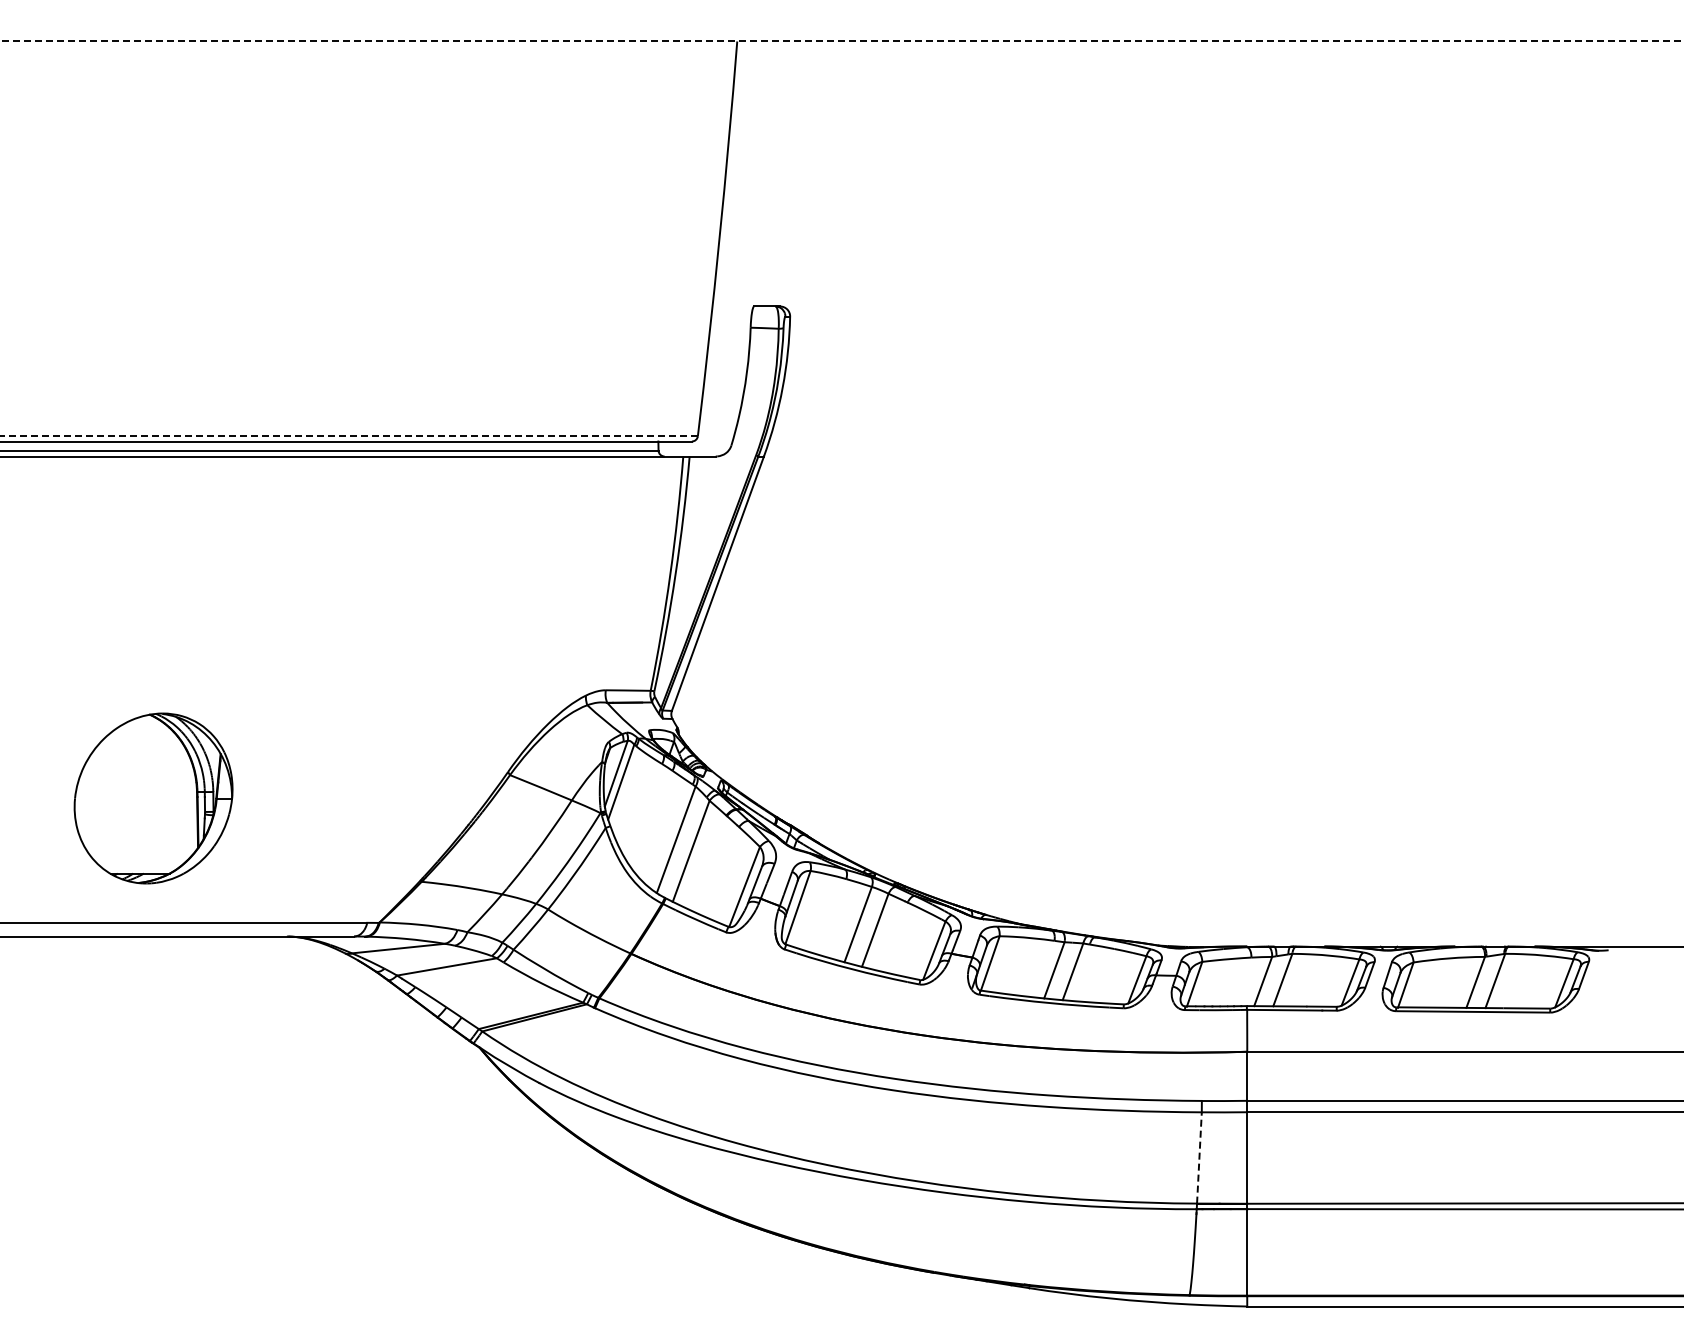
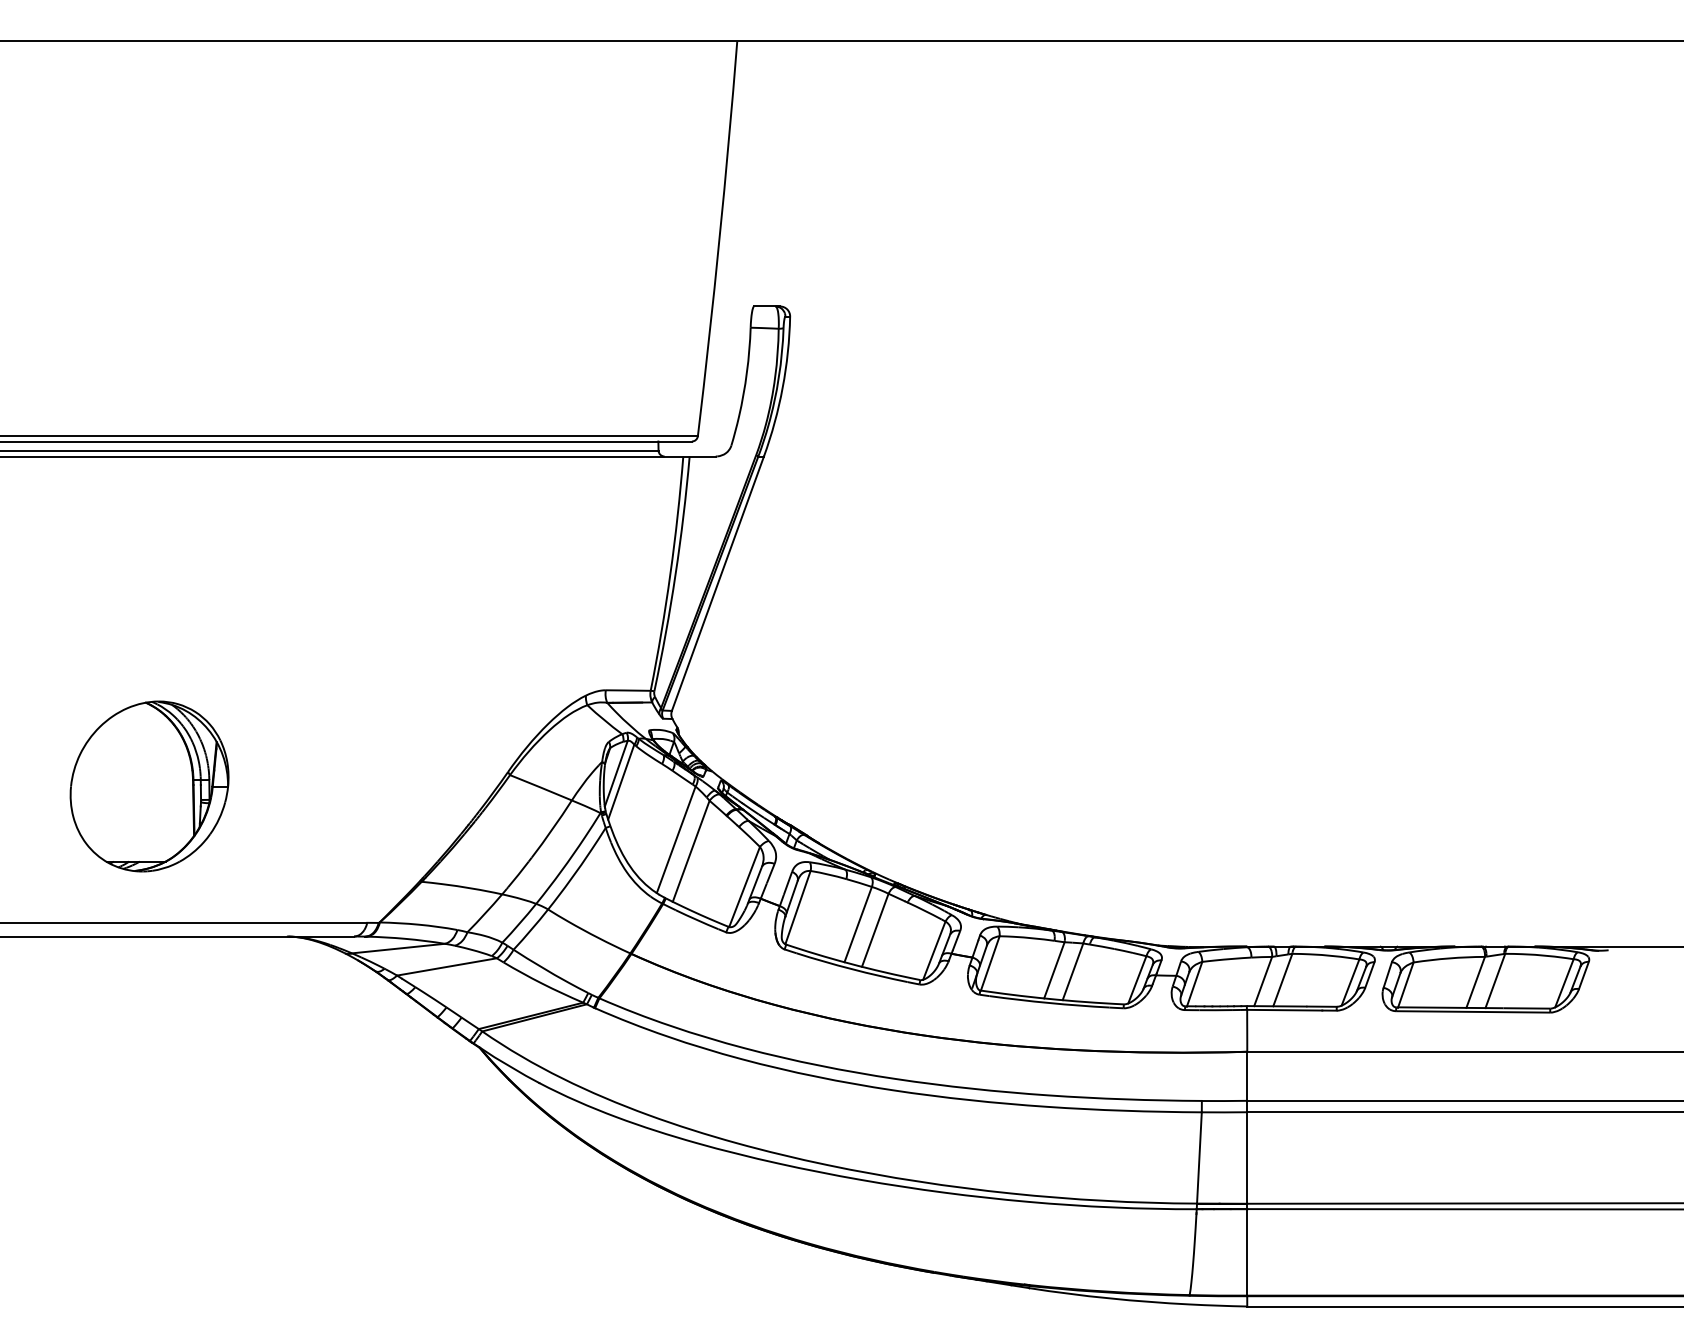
line at (842, 41): dashed -> solid
line at (349, 436): dashed -> solid
part at (153, 798) position: (153, 798) -> (149, 786)
line at (1199, 1157): dashed -> solid
